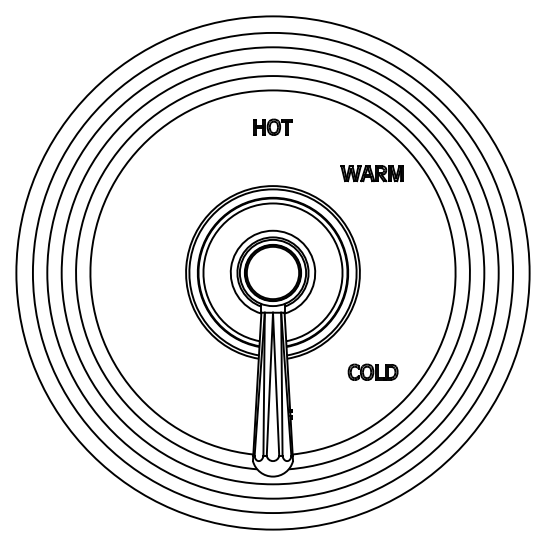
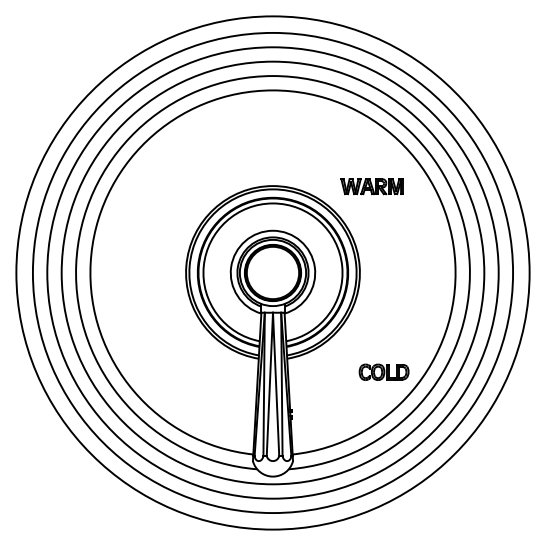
part at (272, 126): present -> none
part at (371, 173) position: (371, 173) -> (371, 186)
part at (372, 371) position: (372, 371) -> (383, 371)
